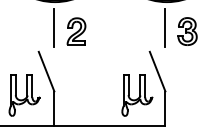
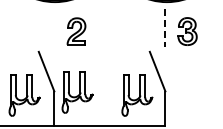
line at (54, 27): present -> none
line at (165, 28): solid -> dashed
part at (77, 92): none -> present
